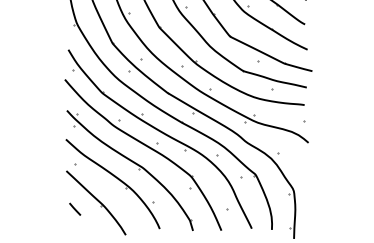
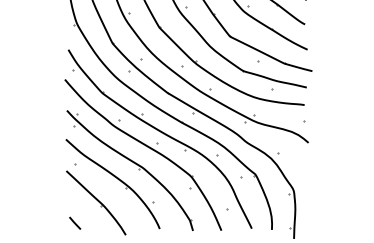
line at (75, 208) position: (75, 208) -> (75, 222)
